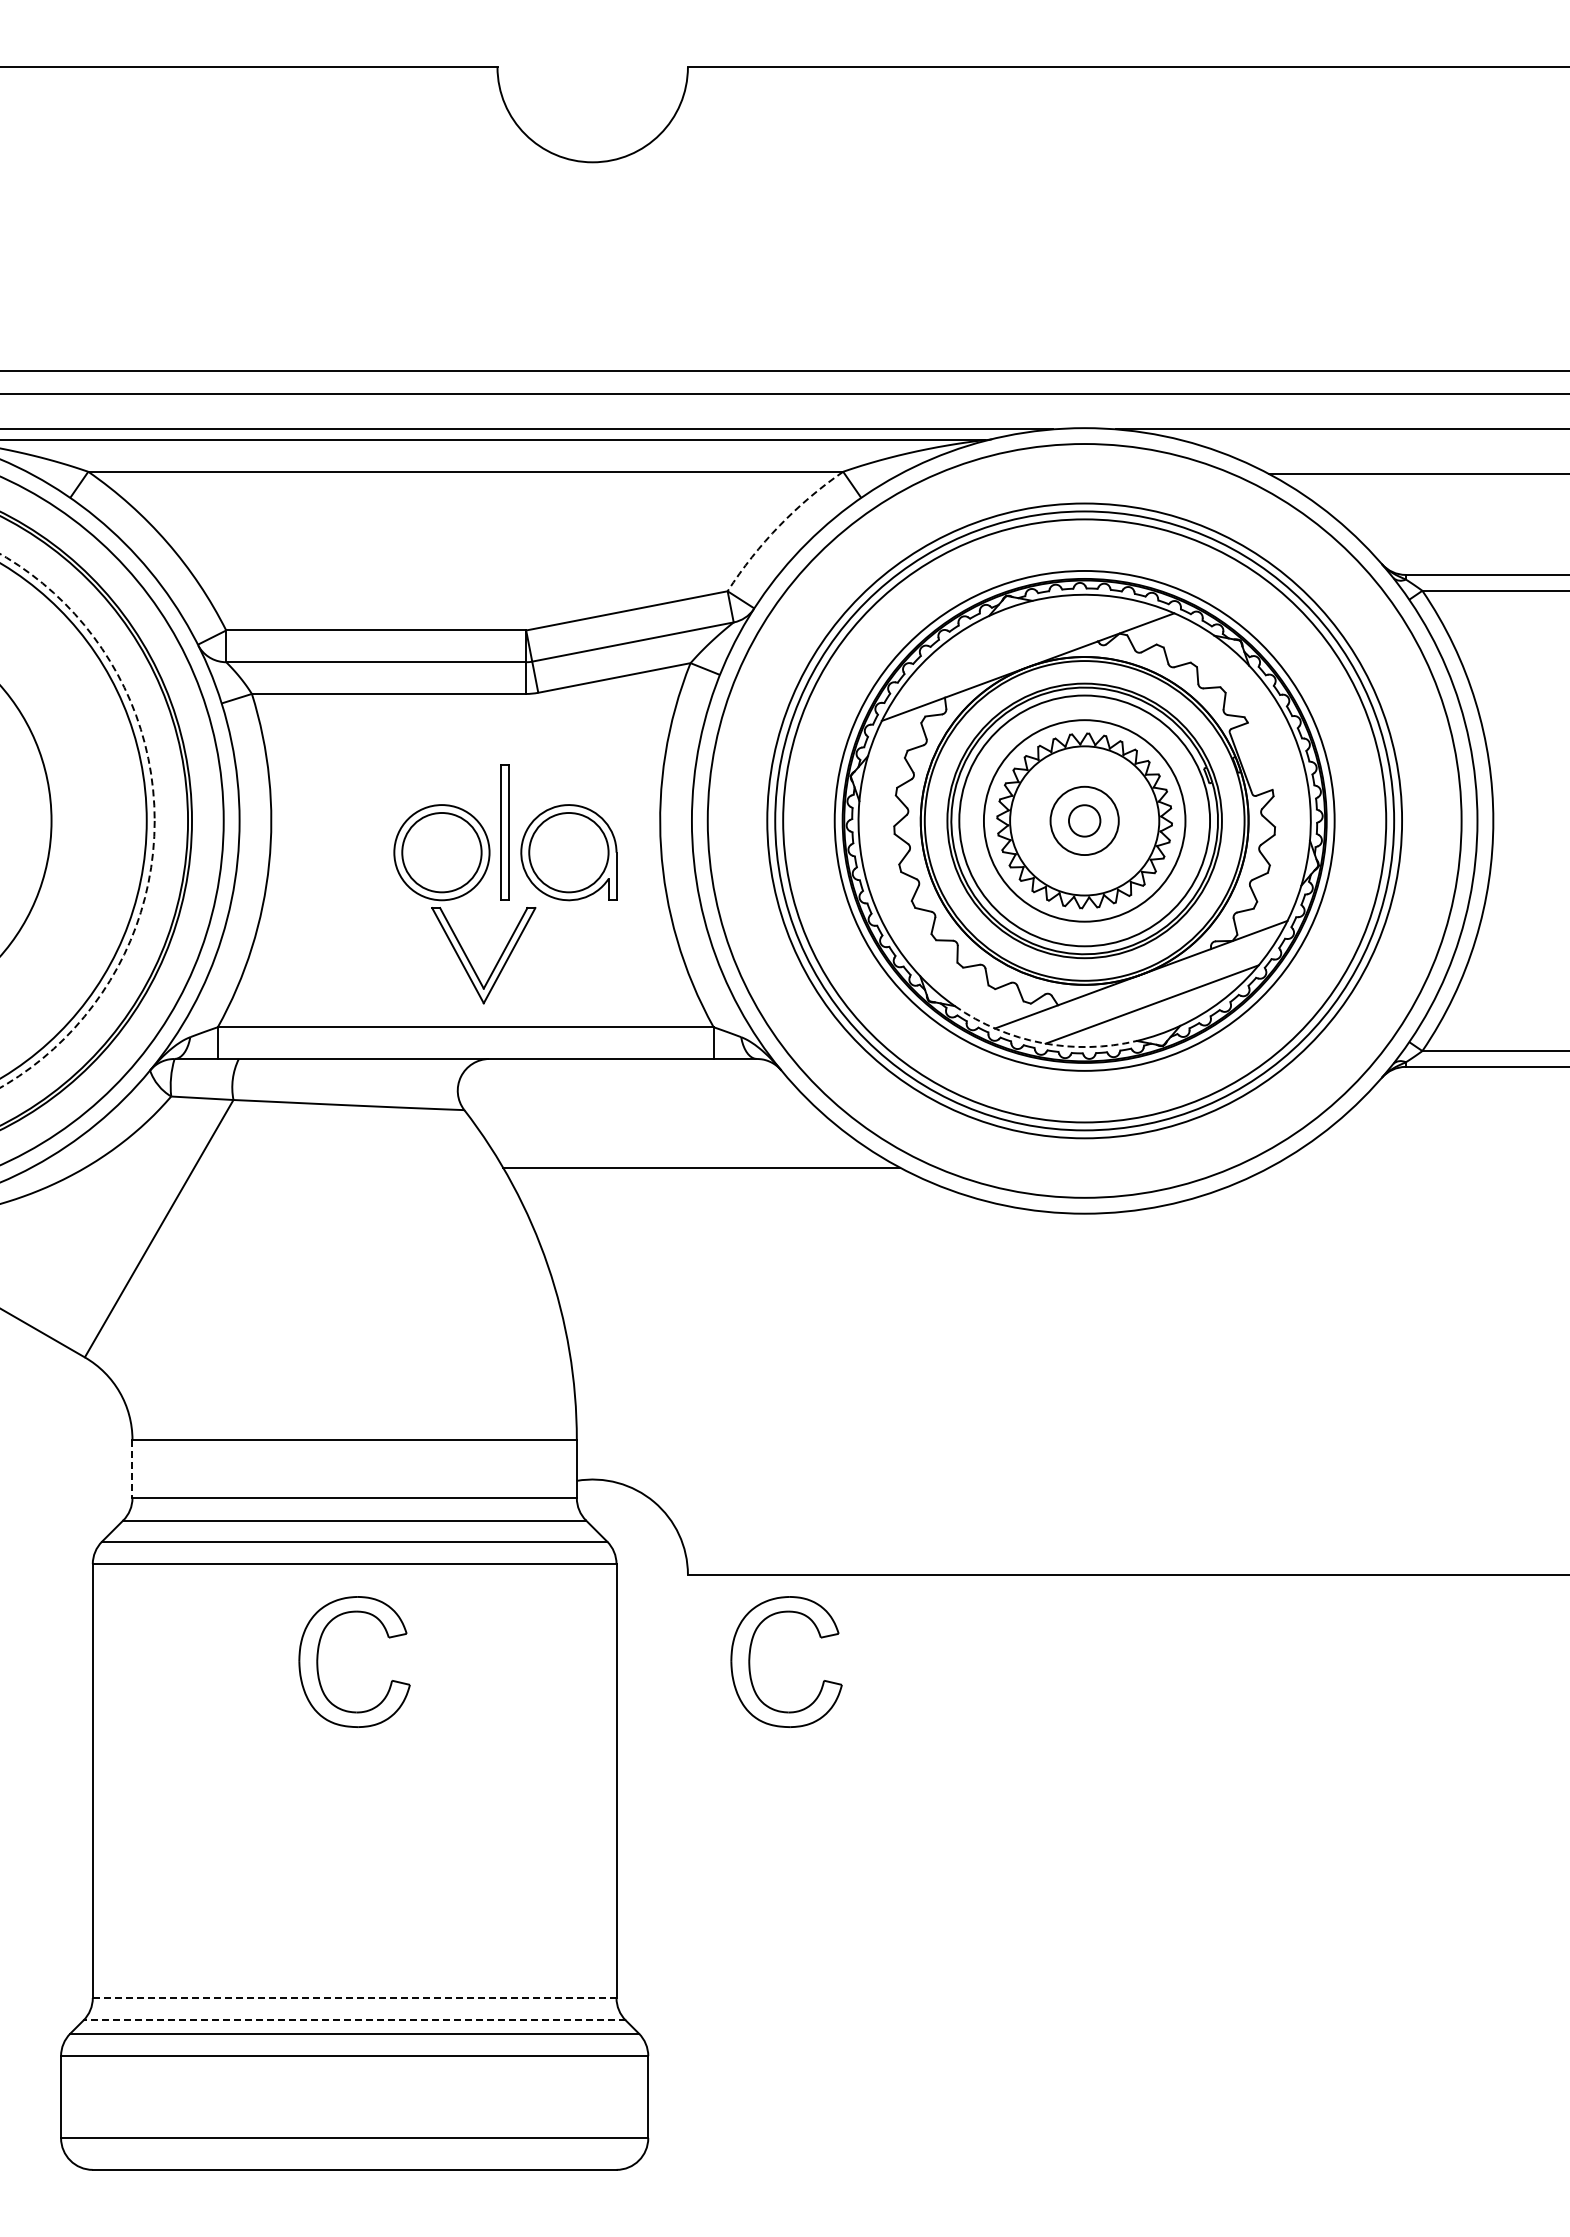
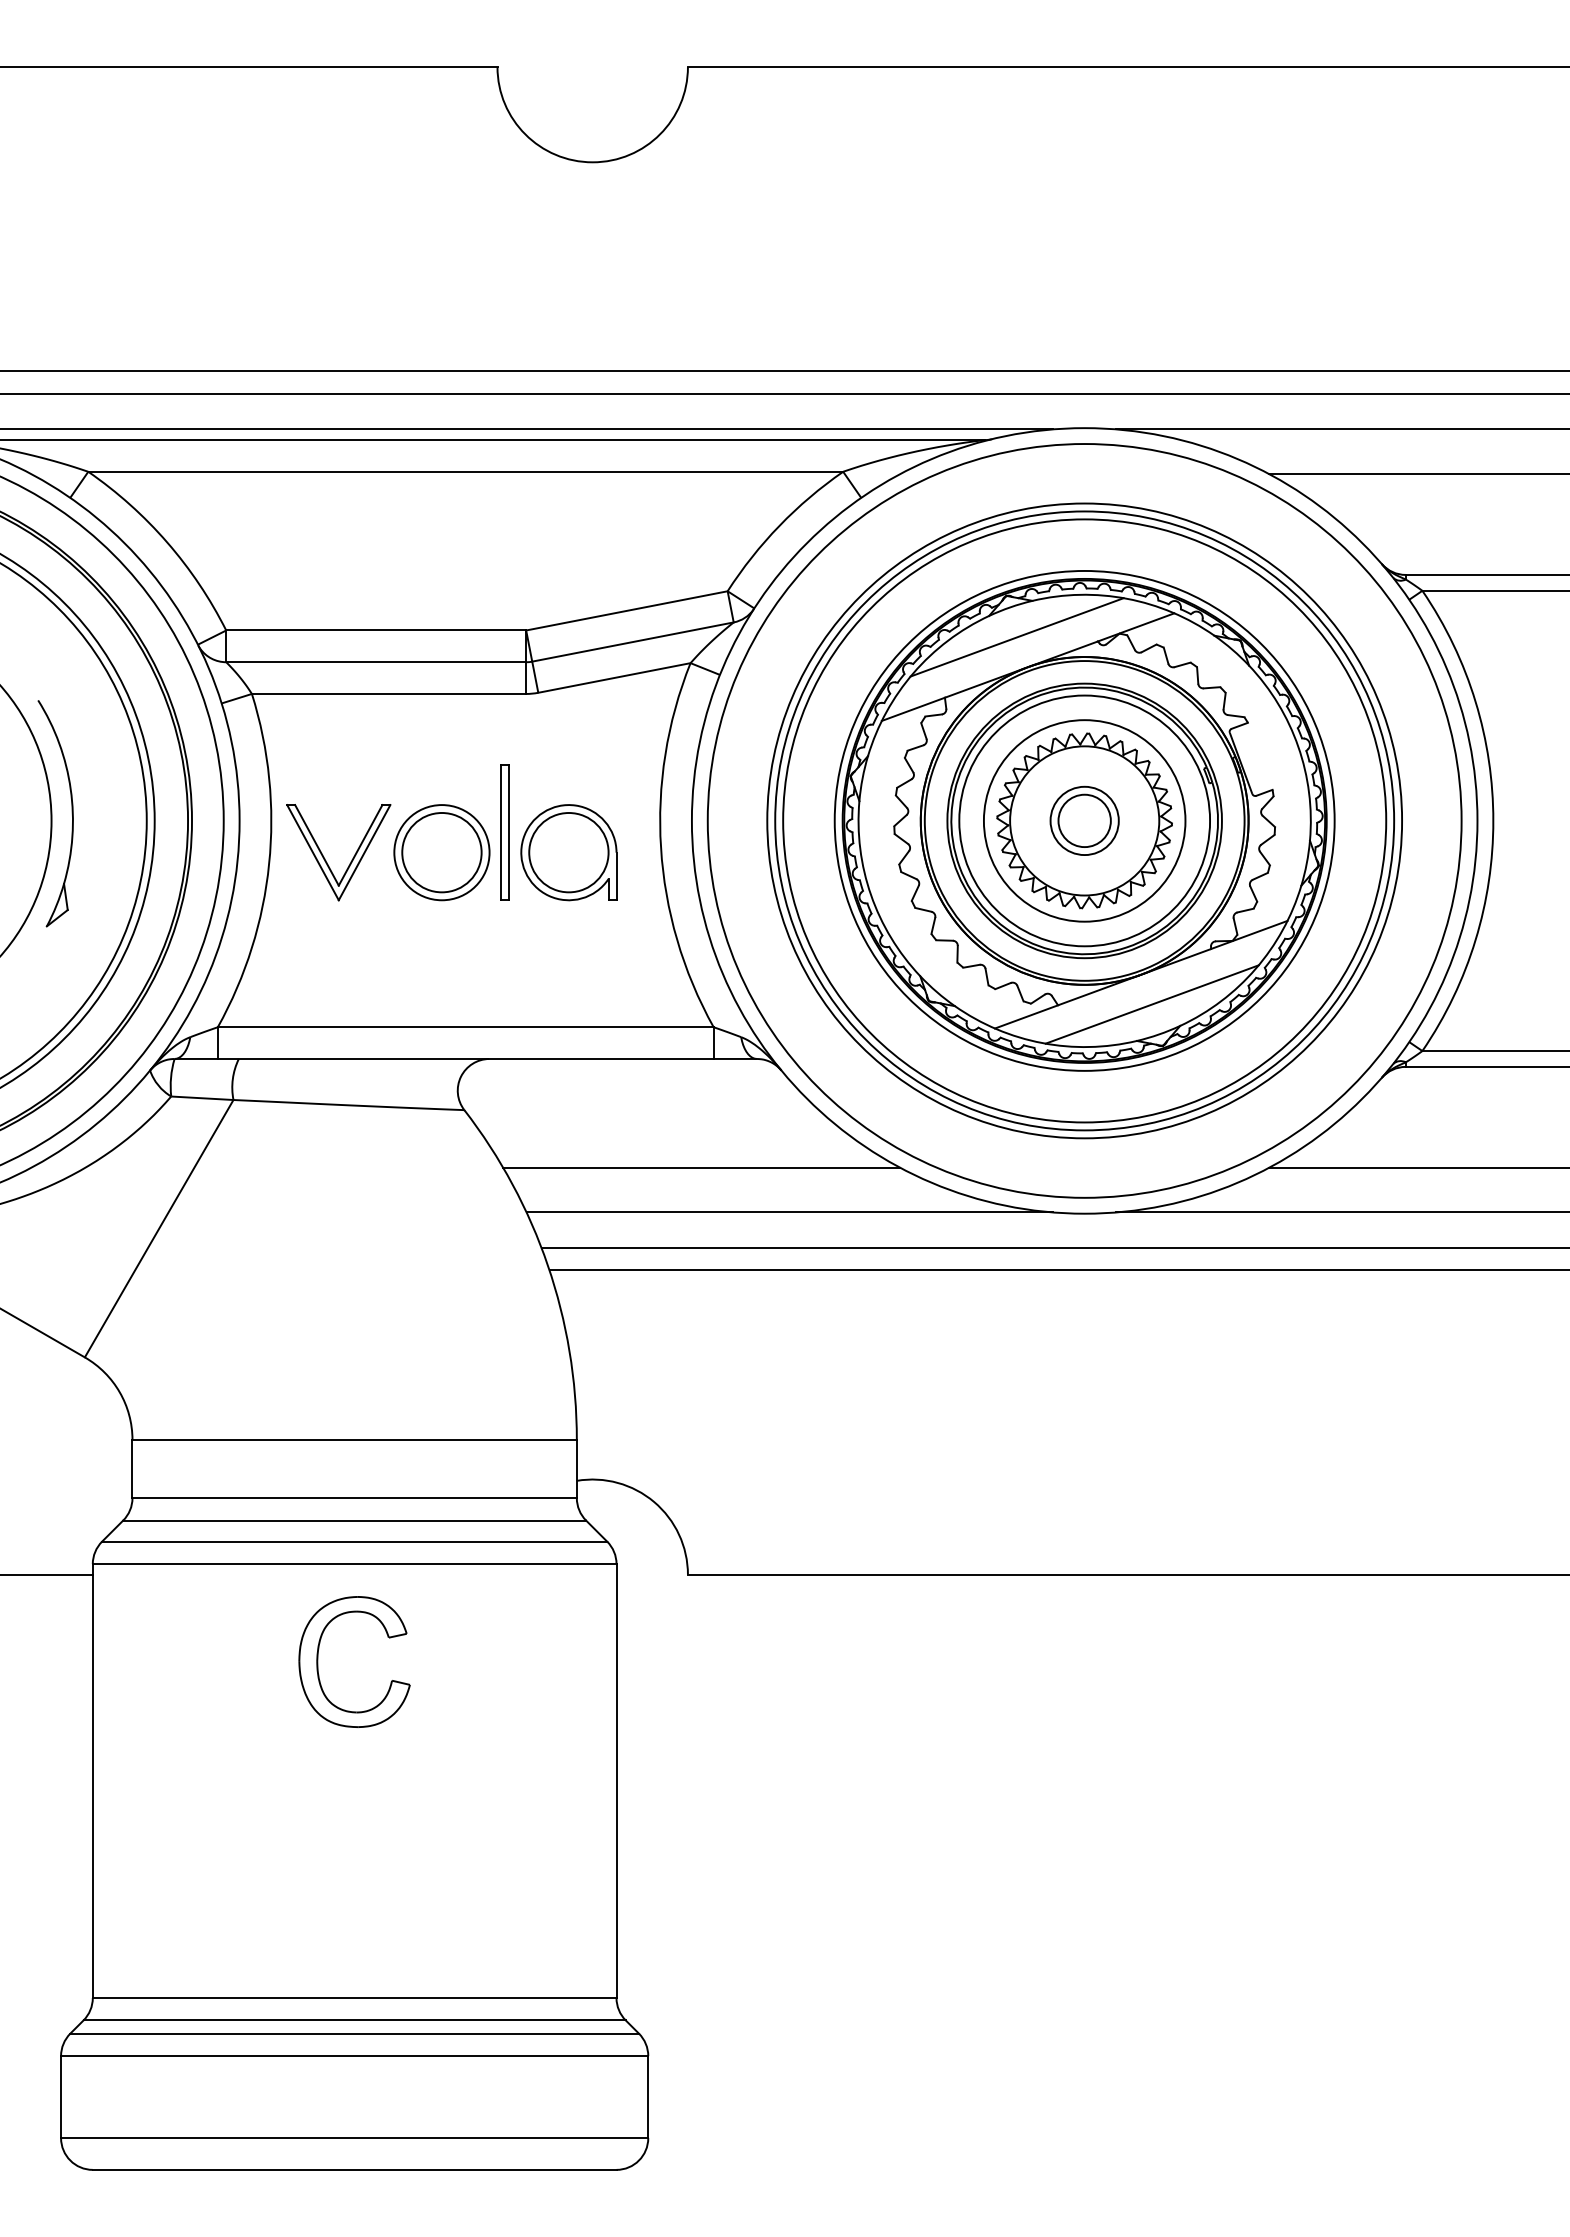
arc at (779, 525): dashed -> solid
line at (1016, 637): none -> present
part at (71, 813): none -> present
circle at (77, 820): dashed -> solid
circle at (1084, 820) diameter: 31 px -> 52 px
part at (470, 961) position: (470, 961) -> (325, 858)
arc at (1042, 1043): dashed -> solid
line at (1417, 1167): none -> present
line at (789, 1212): none -> present
line at (1340, 1212): none -> present
line at (1053, 1248): none -> present
line at (1057, 1270): none -> present
line at (132, 1469): dashed -> solid
line at (47, 1574): none -> present
part at (750, 1661): present -> none
line at (354, 1998): dashed -> solid
line at (354, 2020): dashed -> solid
